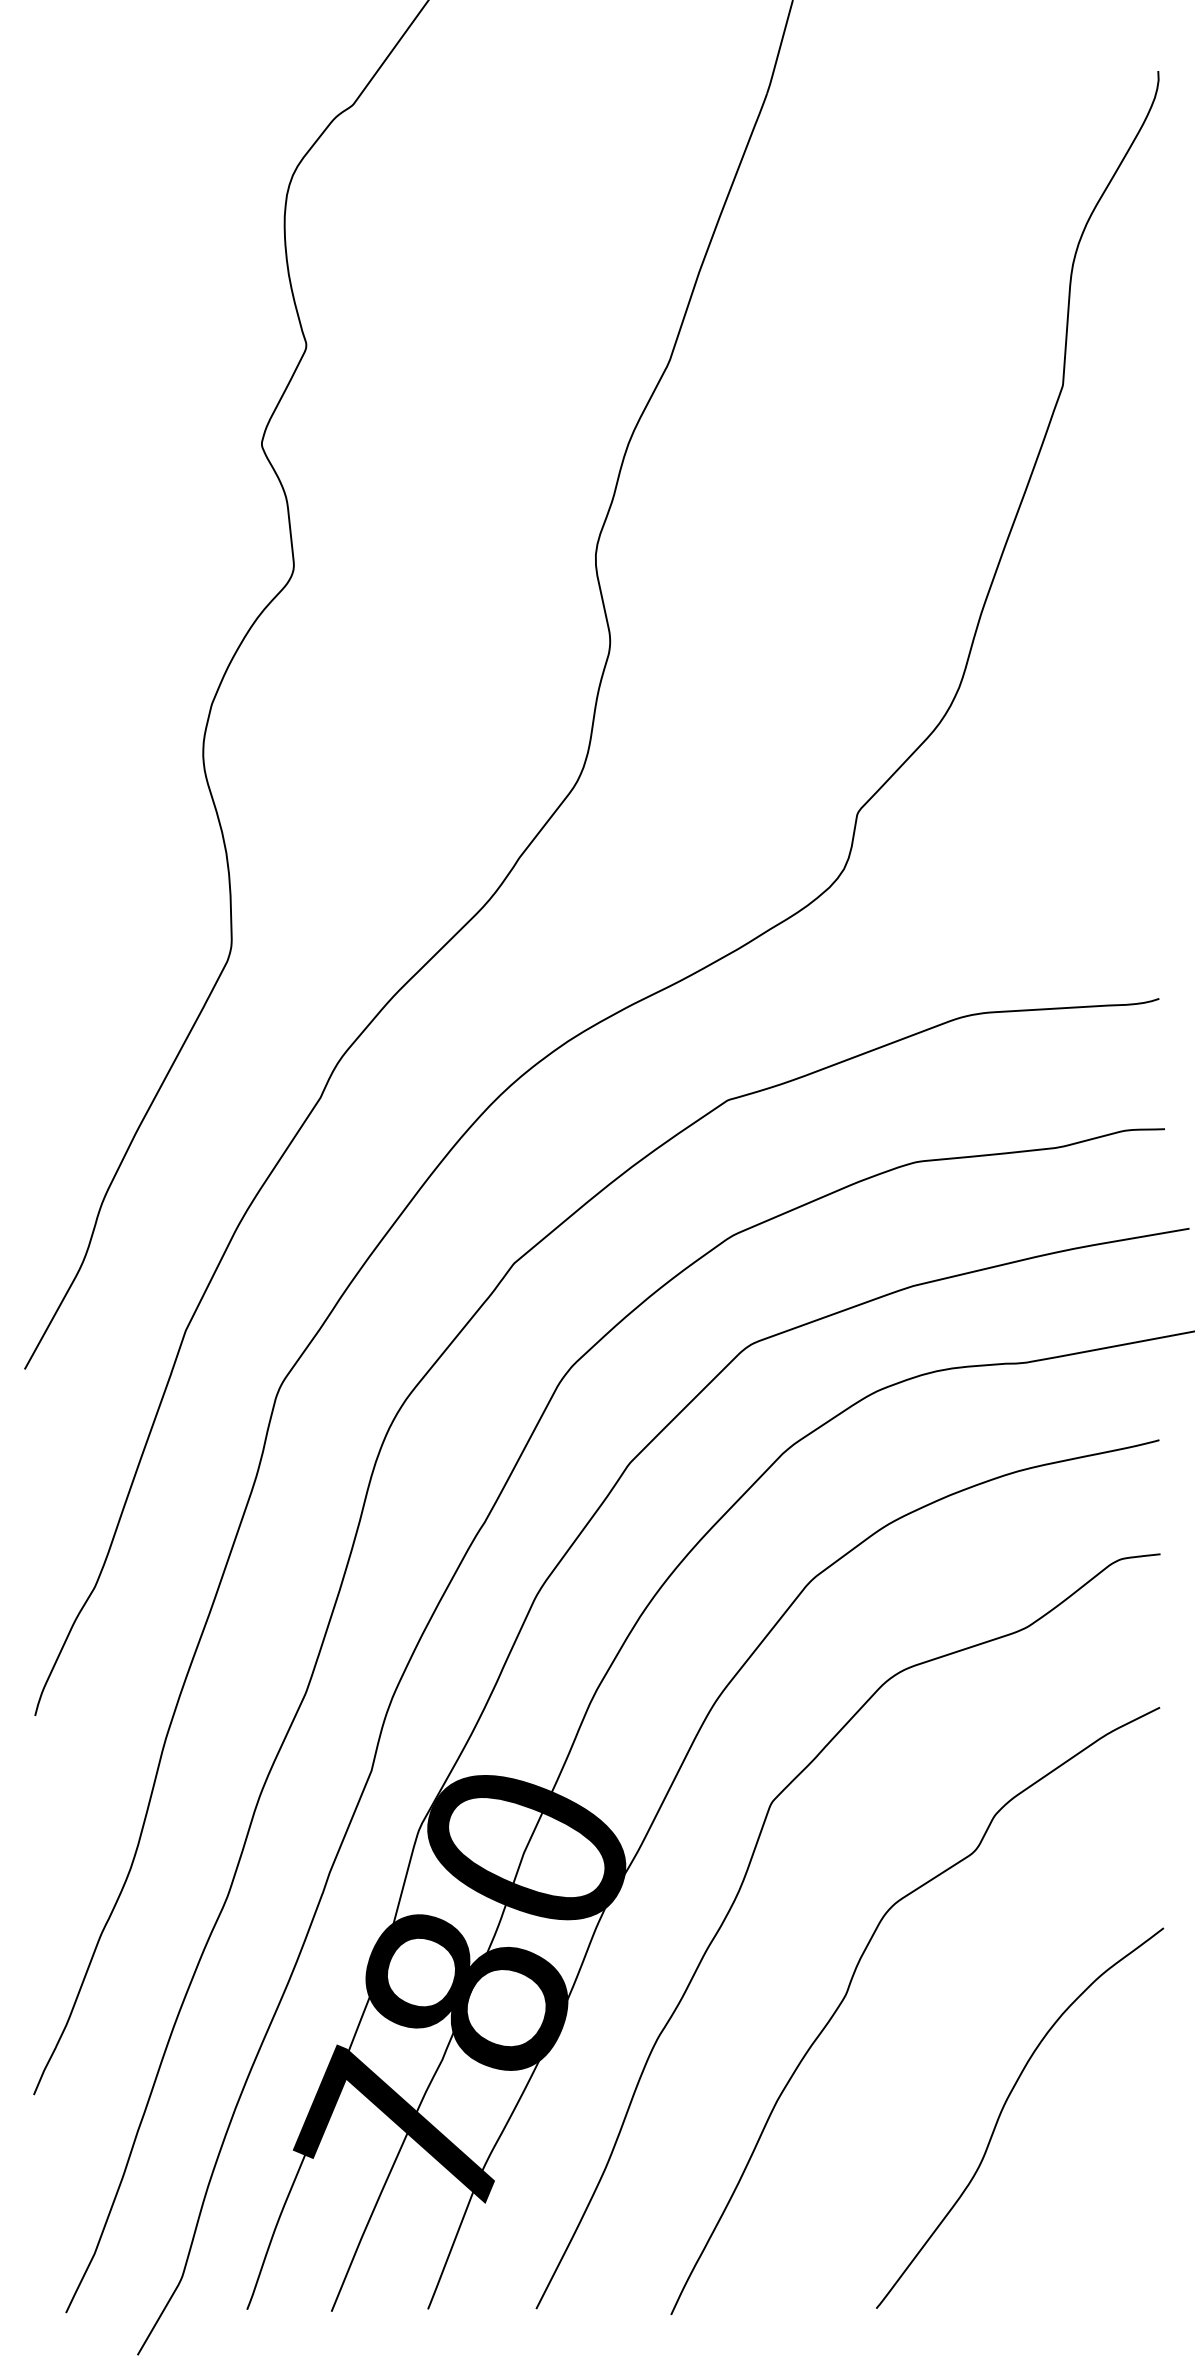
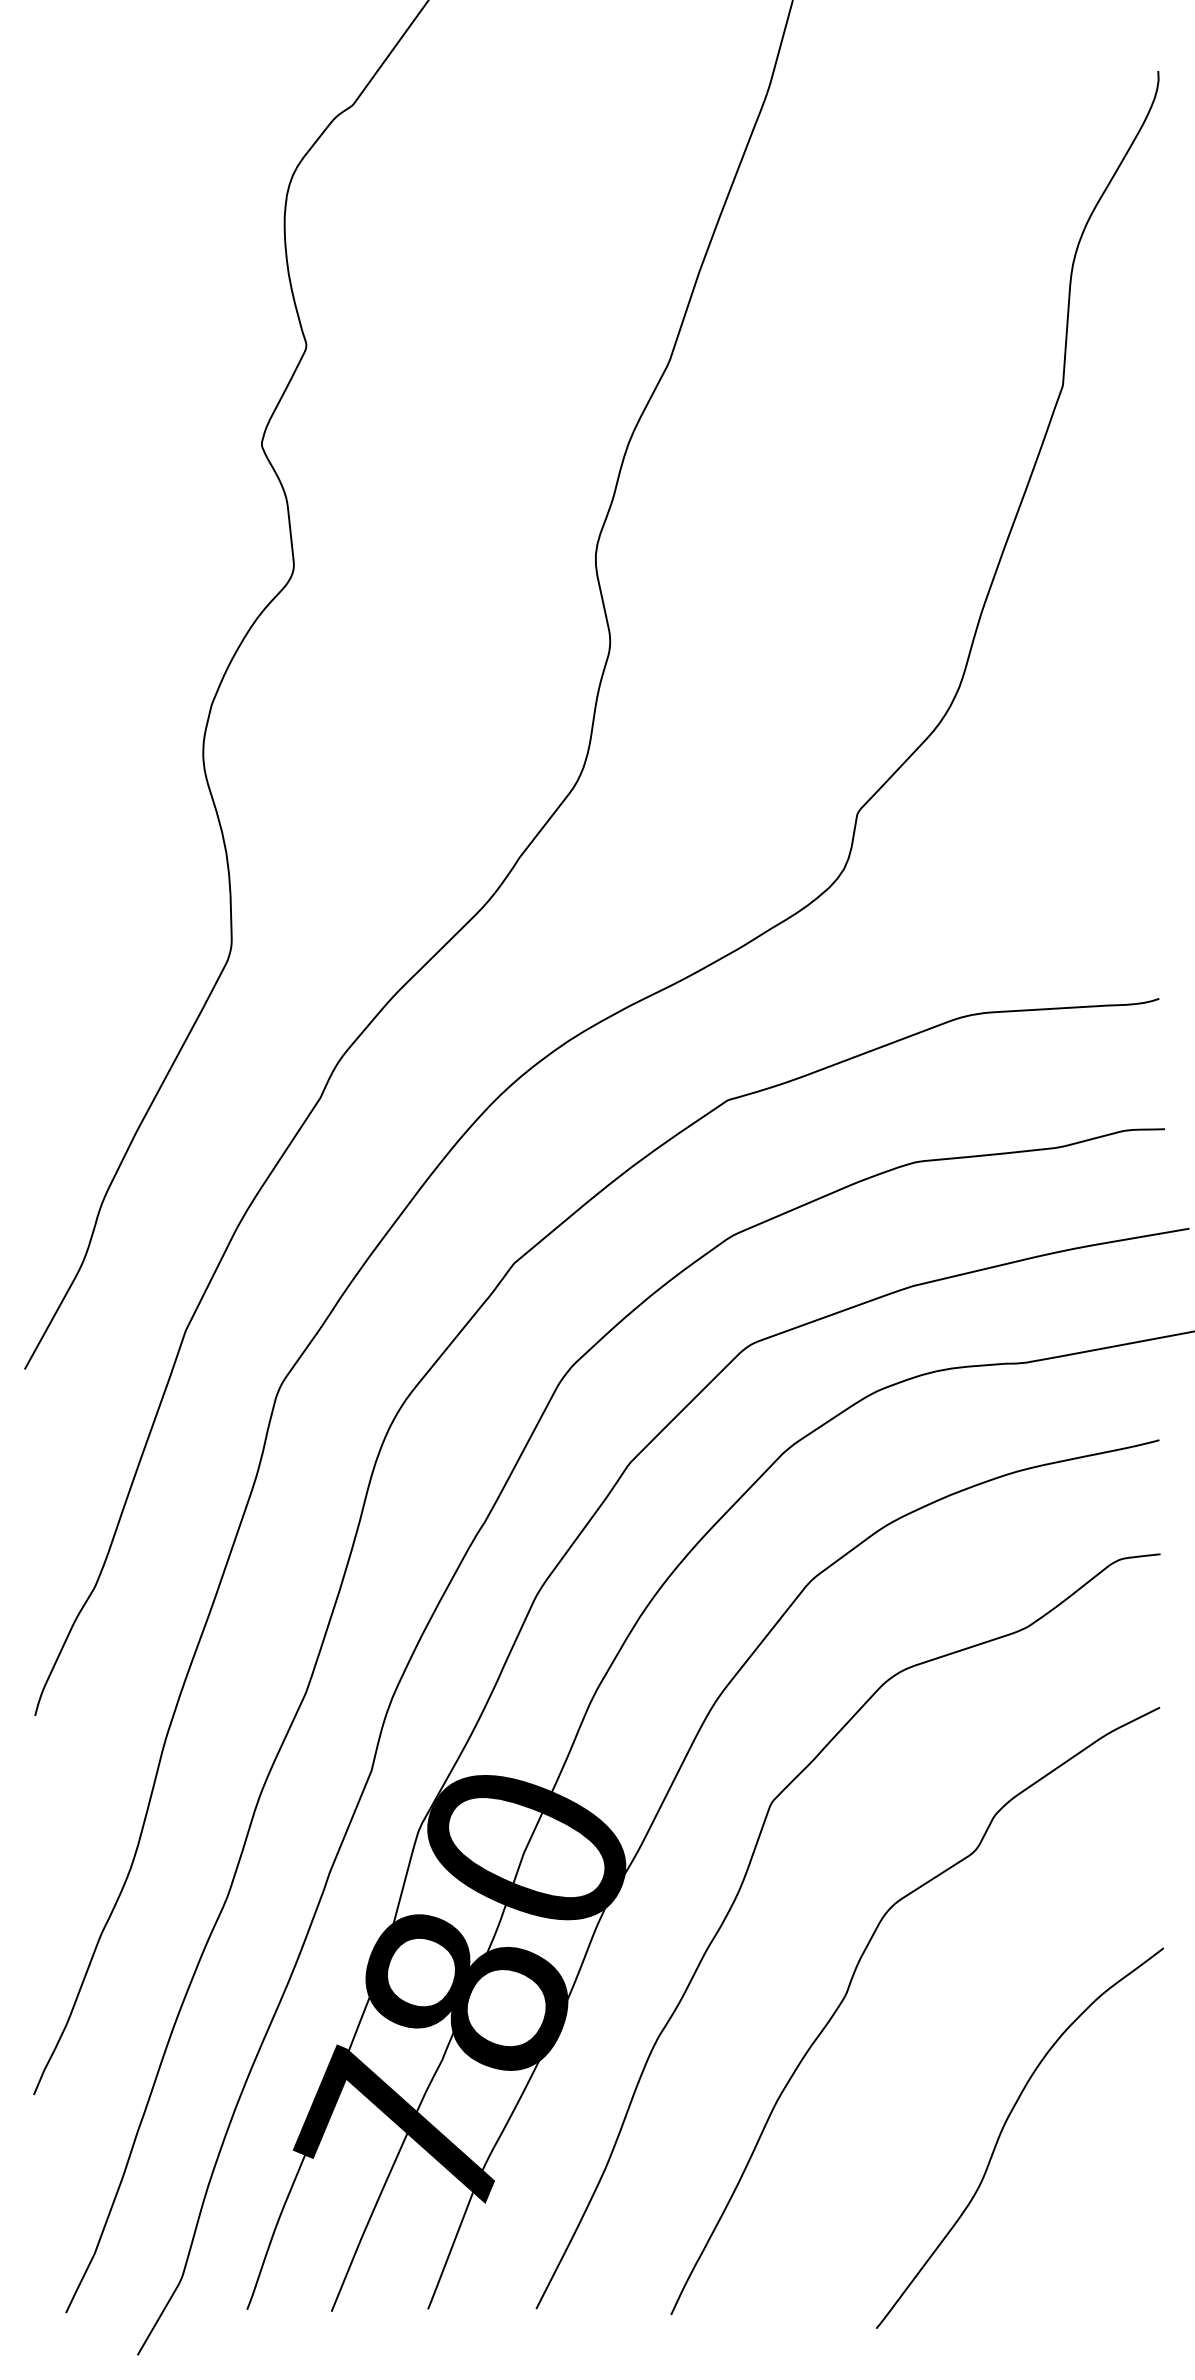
curve at (1003, 2109) position: (1003, 2109) -> (1003, 2129)
